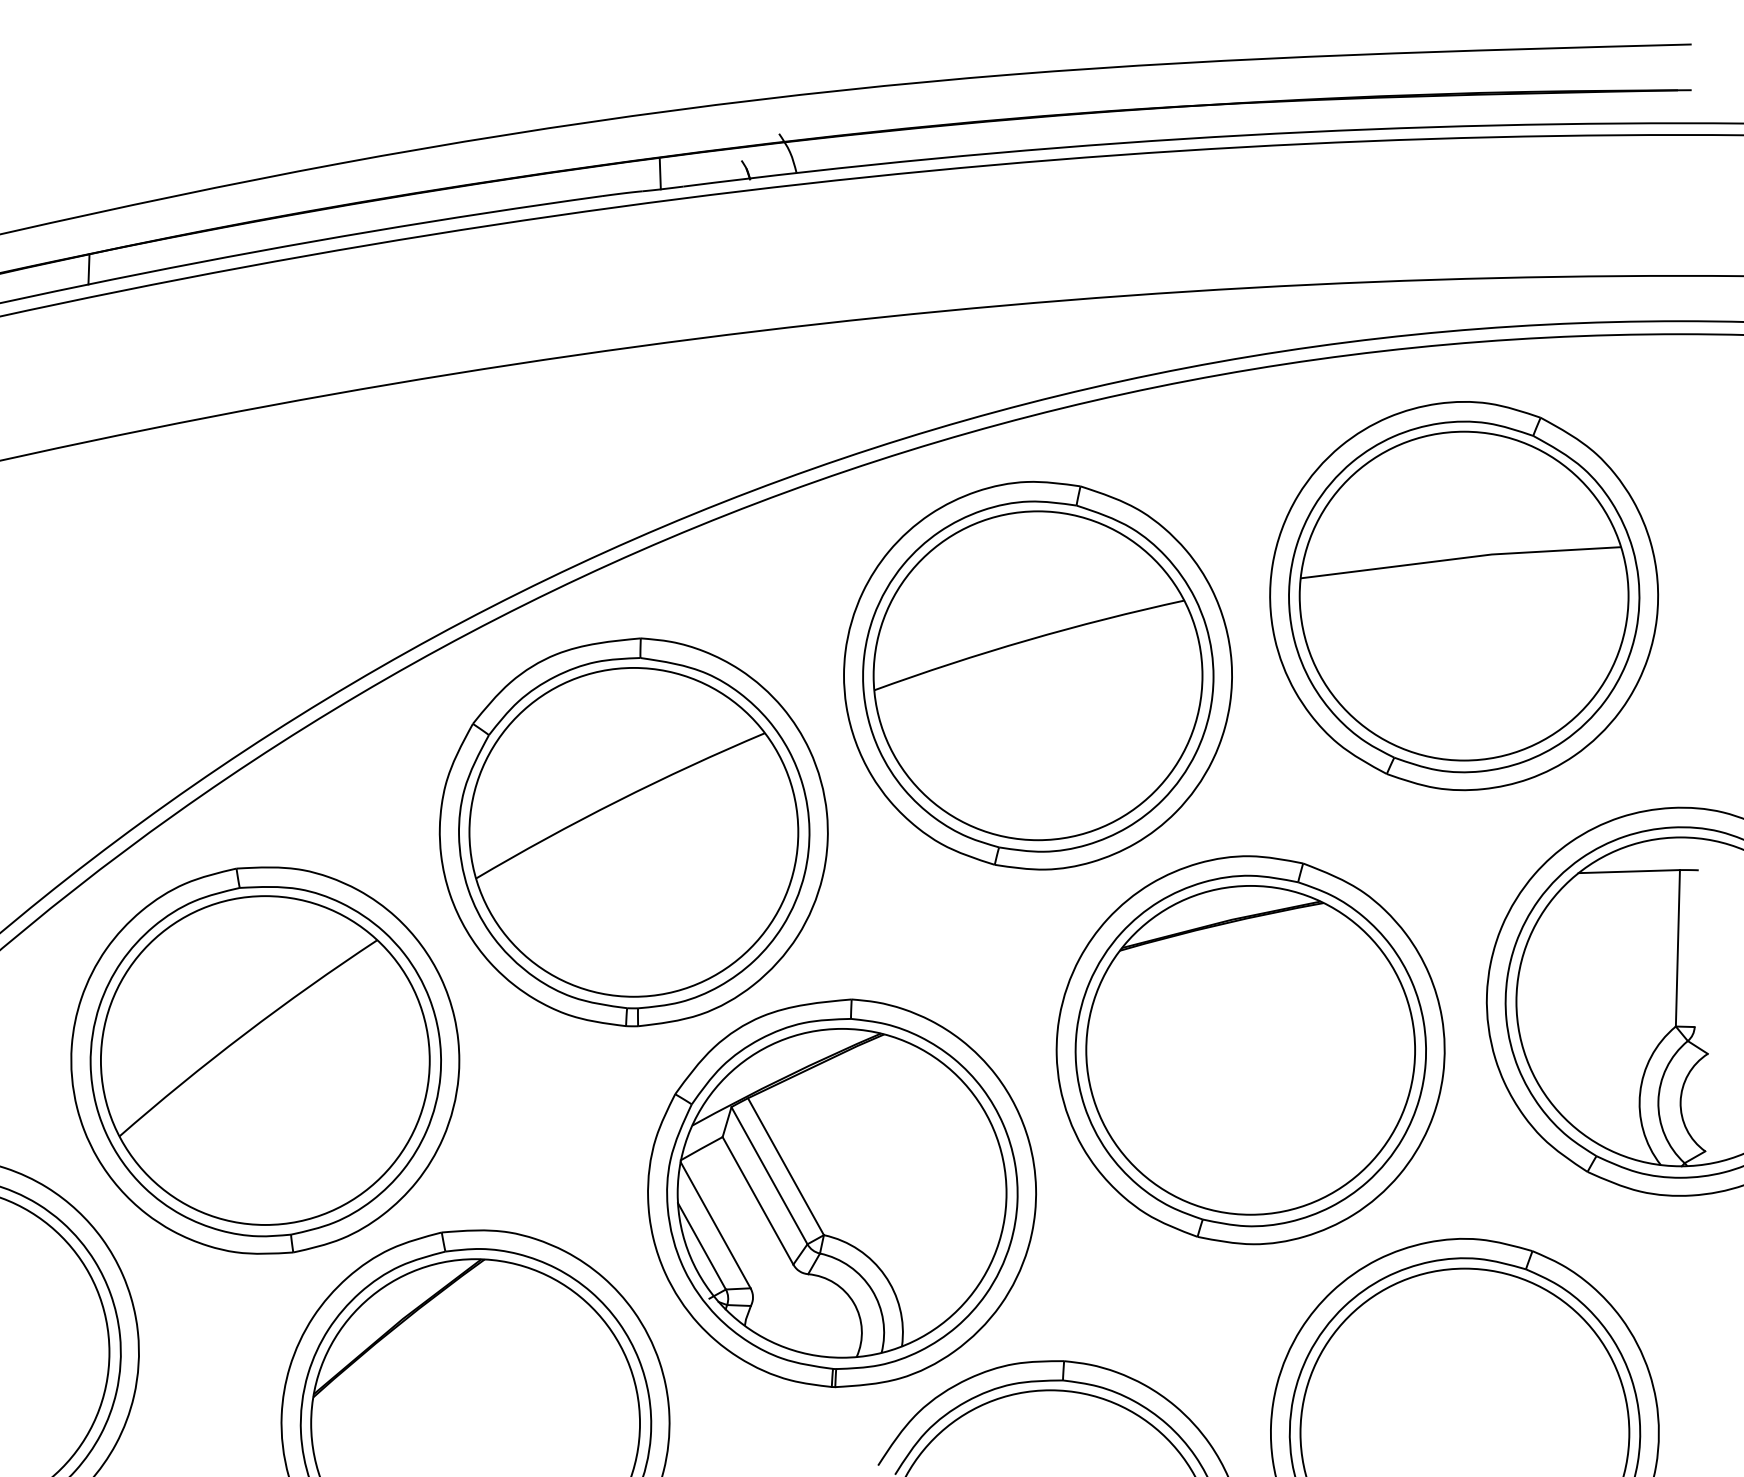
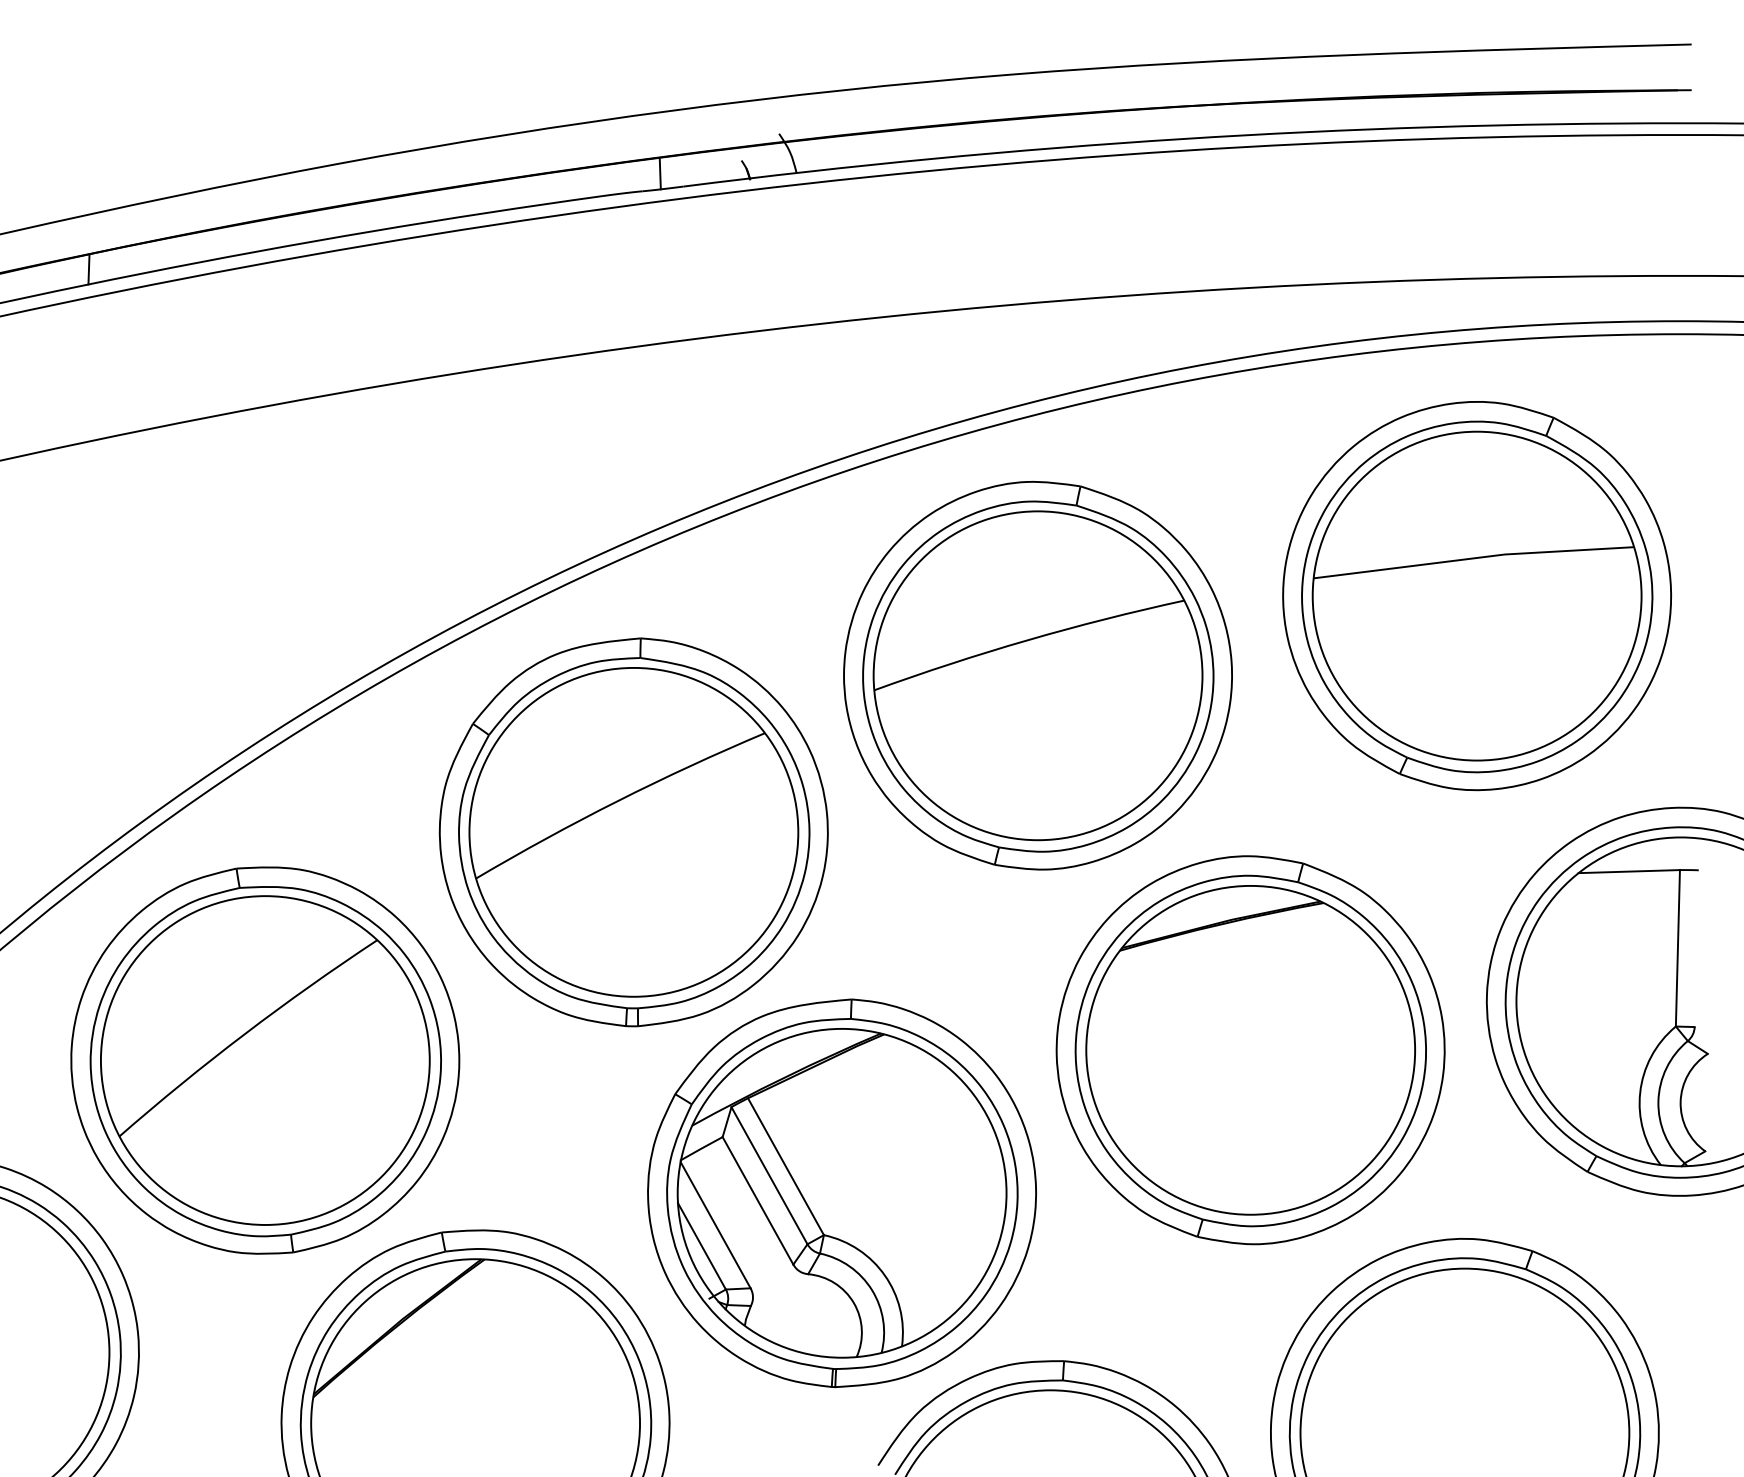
part at (1463, 596) position: (1463, 596) -> (1476, 596)
